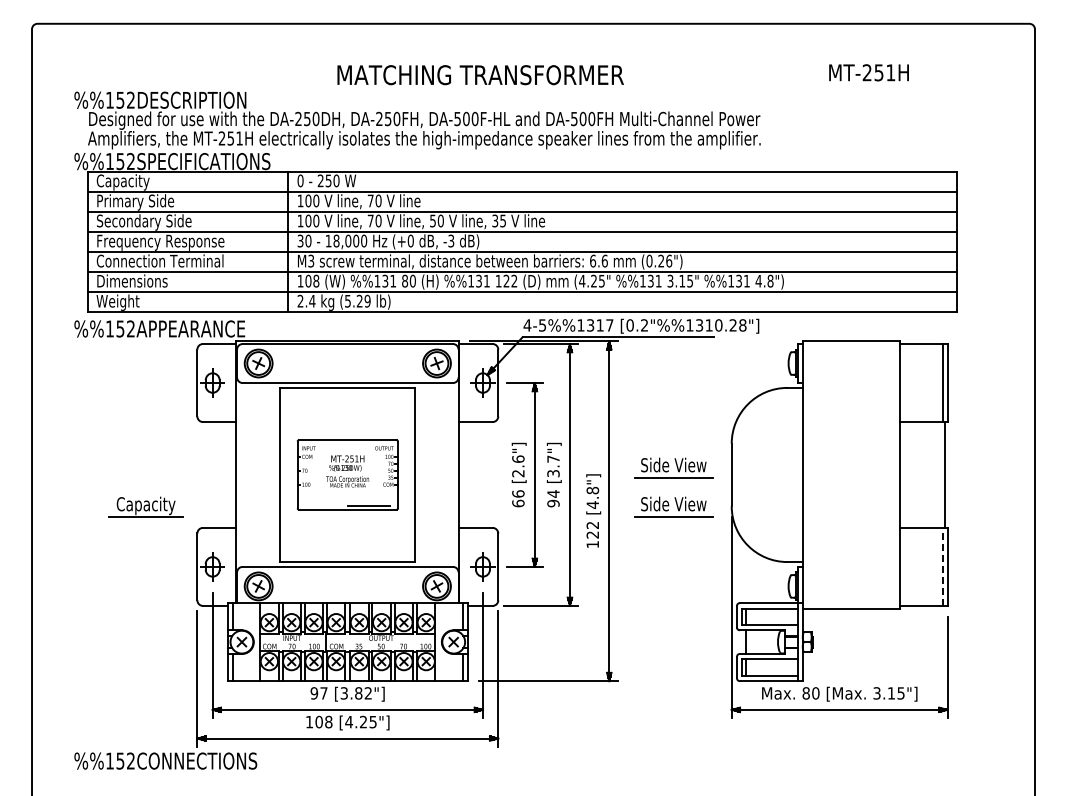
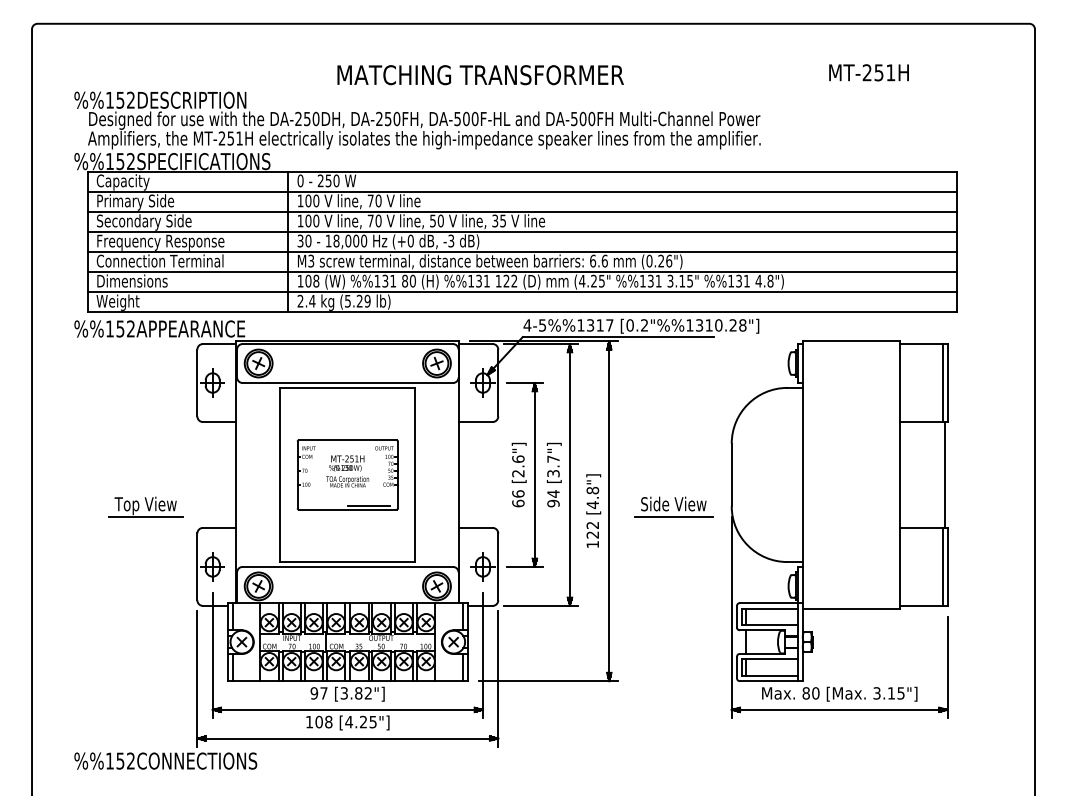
part at (673, 467): present -> none
text at (145, 505): Capacity -> Top View
line at (943, 566): dashed -> solid
